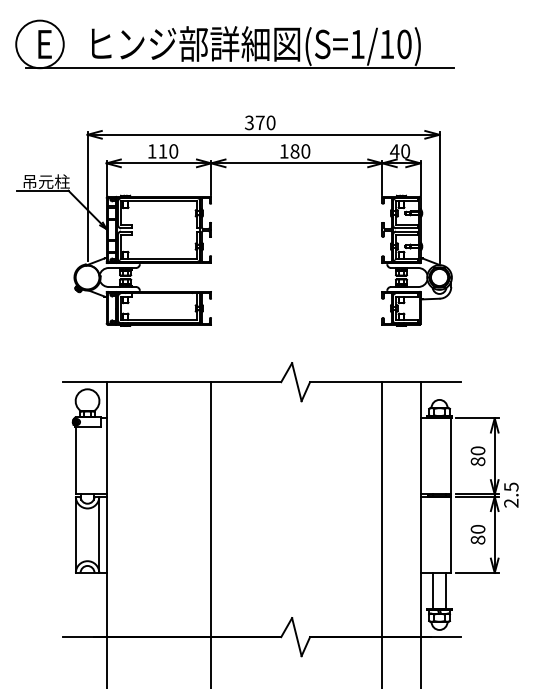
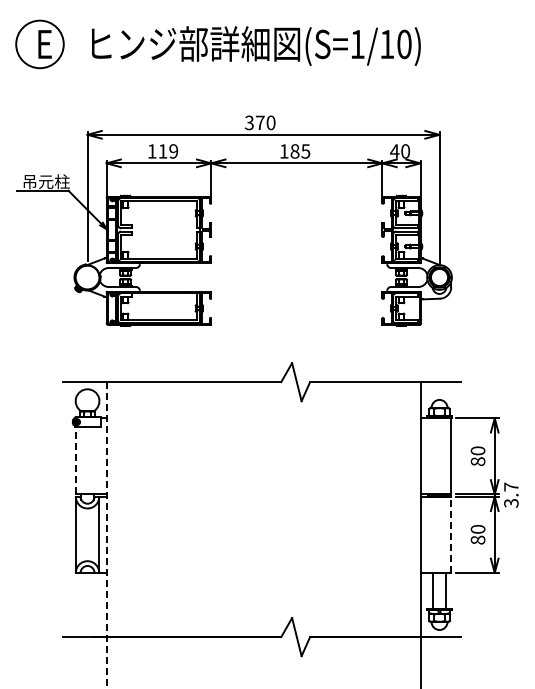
line at (239, 68): present -> none
text at (173, 151): 110 -> 119
text at (305, 151): 180 -> 185
line at (75, 460): solid -> dashed
text at (511, 494): 2.5 -> 3.7
line at (211, 533): present -> none
line at (382, 533): present -> none
line at (451, 534): solid -> dashed
line at (106, 535): solid -> dashed
